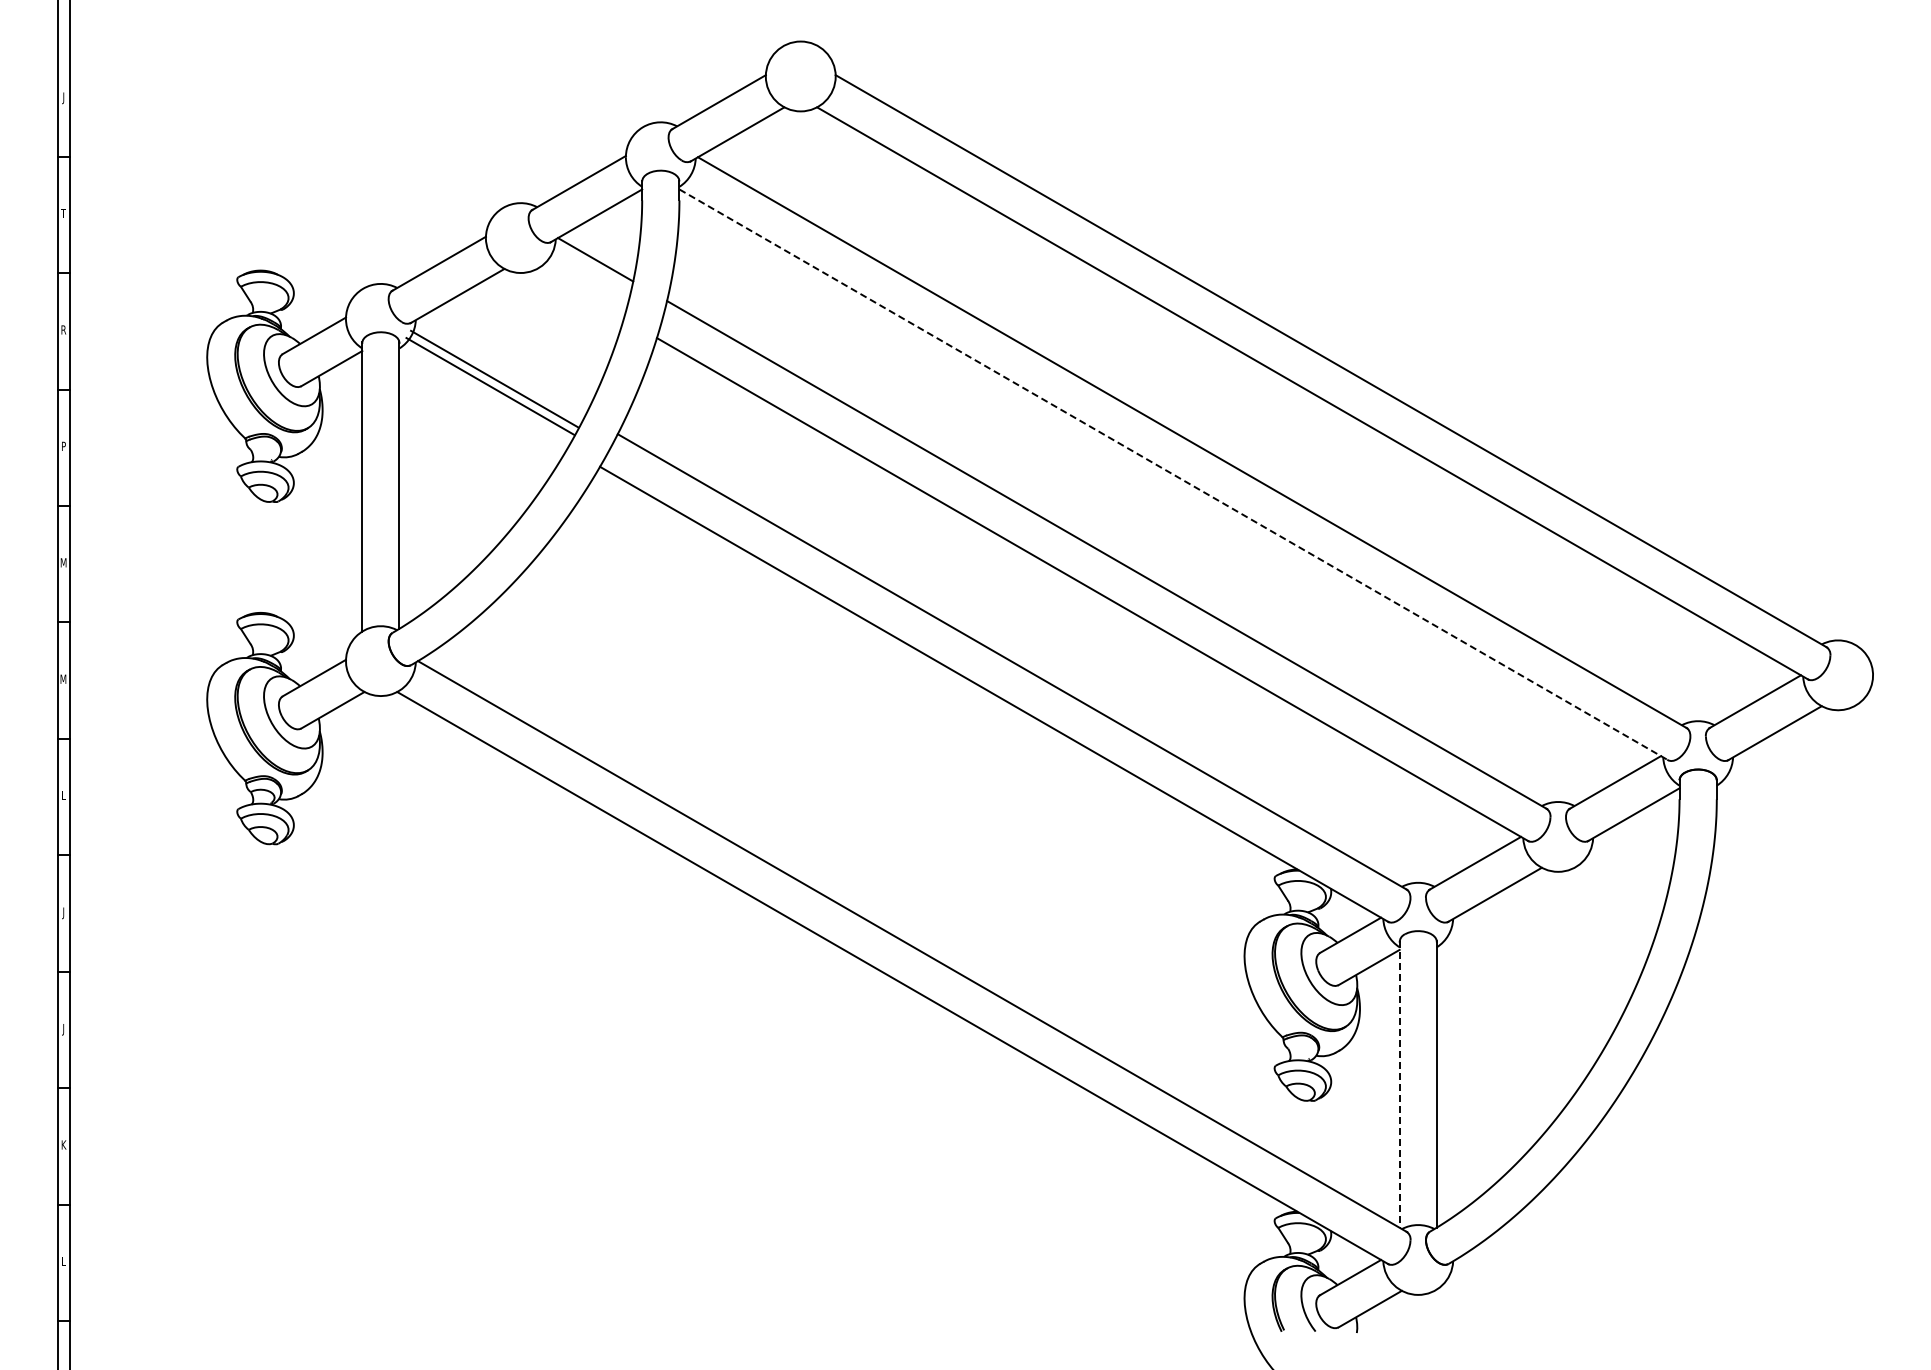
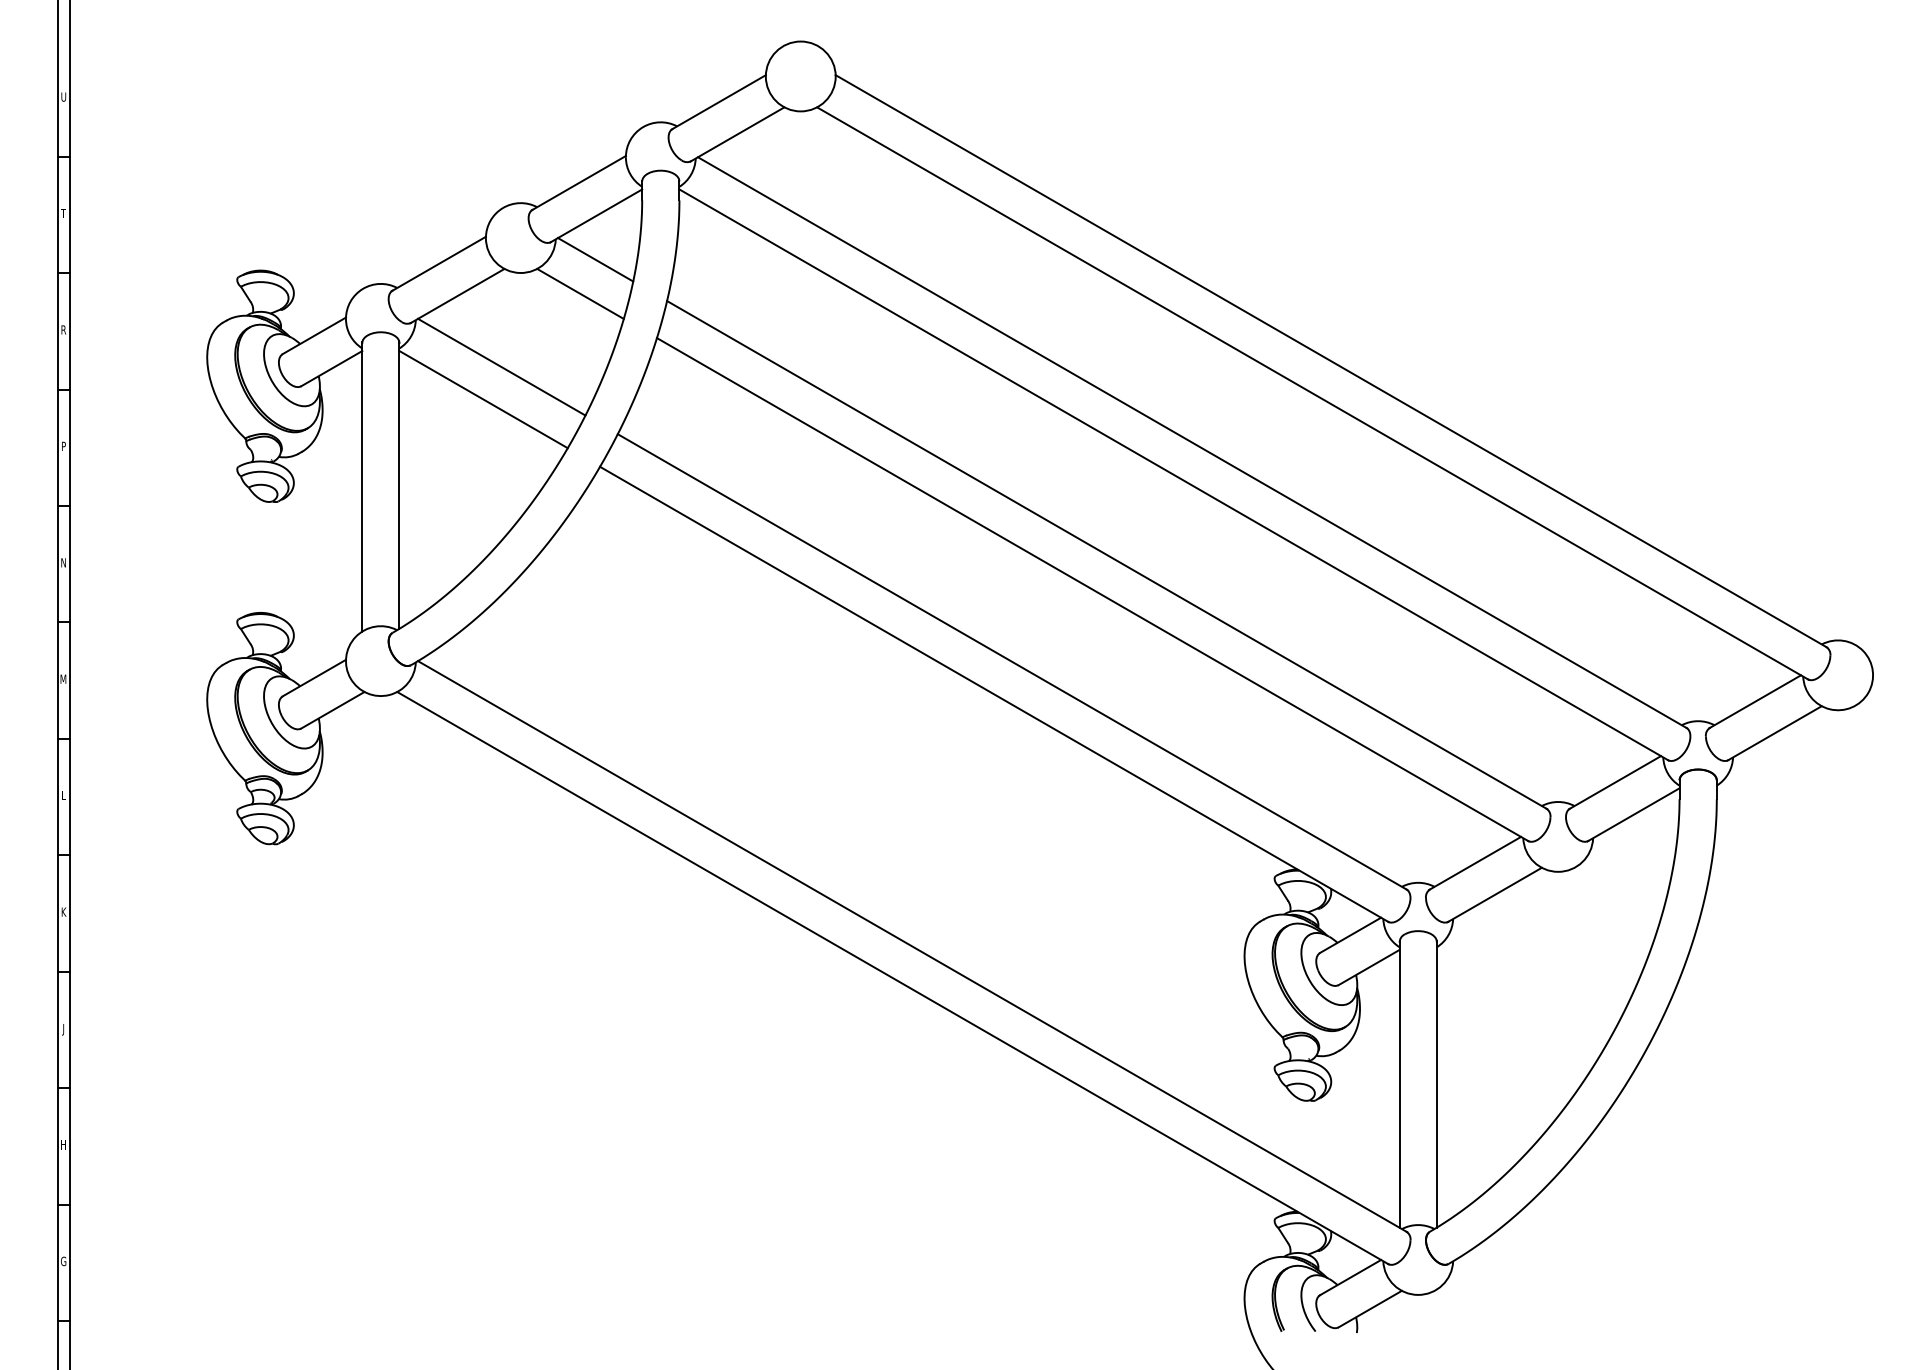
text at (63, 98): J -> U
line at (580, 293): none -> present
line at (494, 378) position: (494, 378) -> (501, 366)
line at (490, 386) position: (490, 386) -> (483, 399)
line at (1174, 475): dashed -> solid
text at (63, 562): M -> N
text at (63, 913): J -> K
line at (1399, 1084): dashed -> solid
text at (63, 1144): K -> H
text at (63, 1261): L -> G
